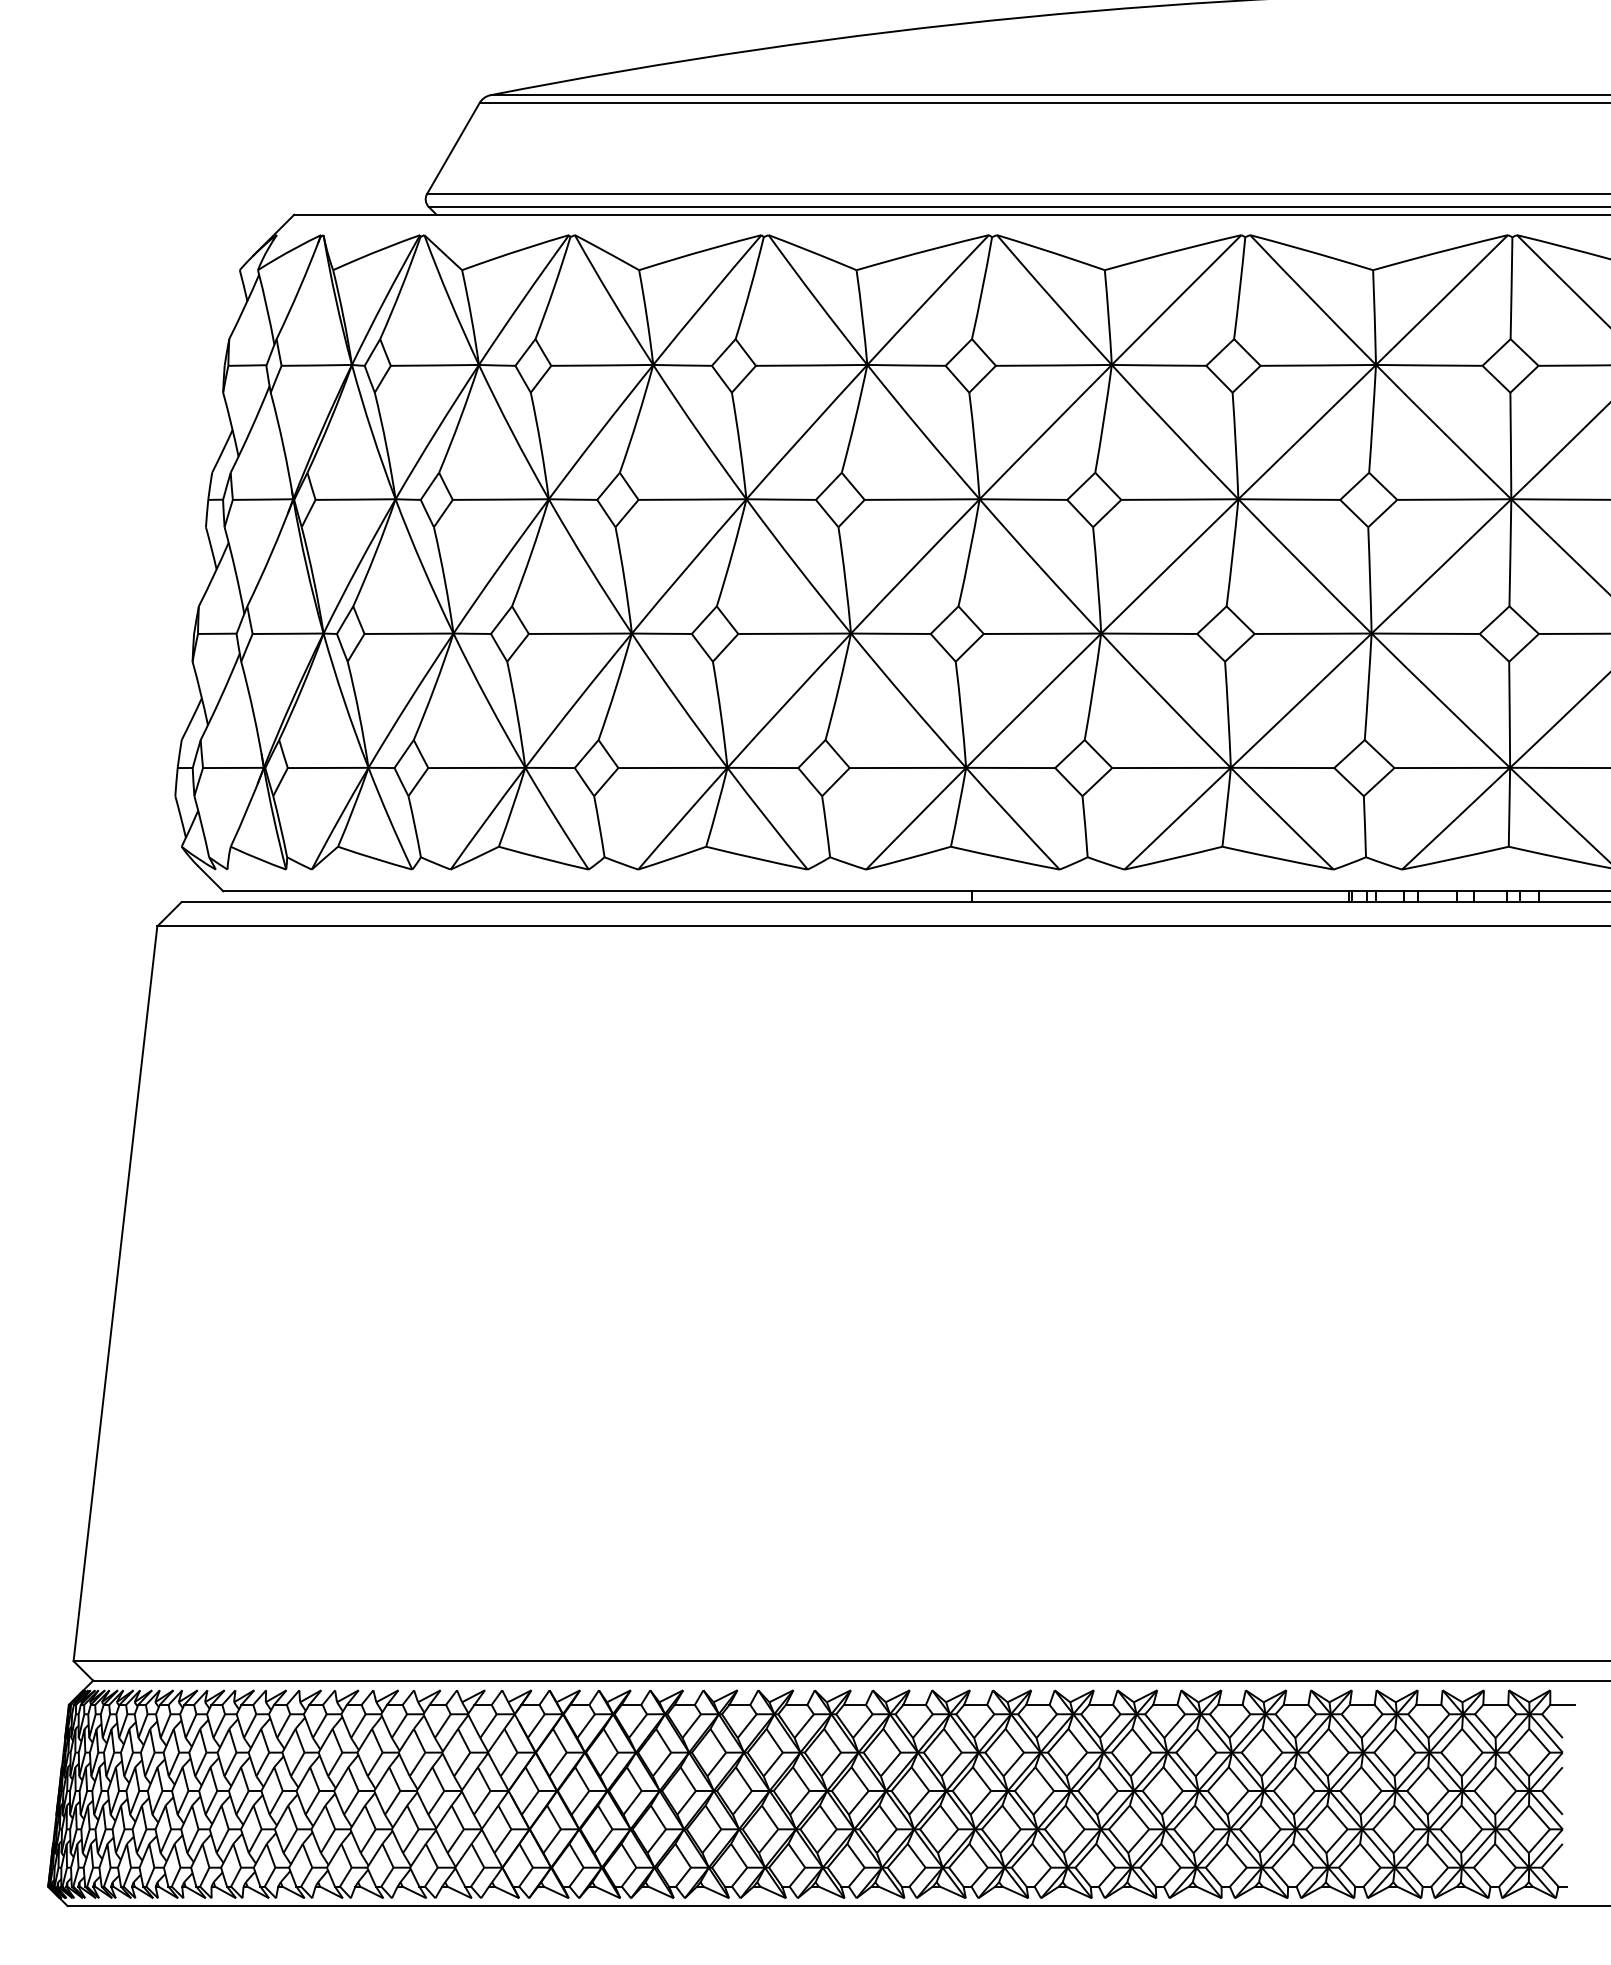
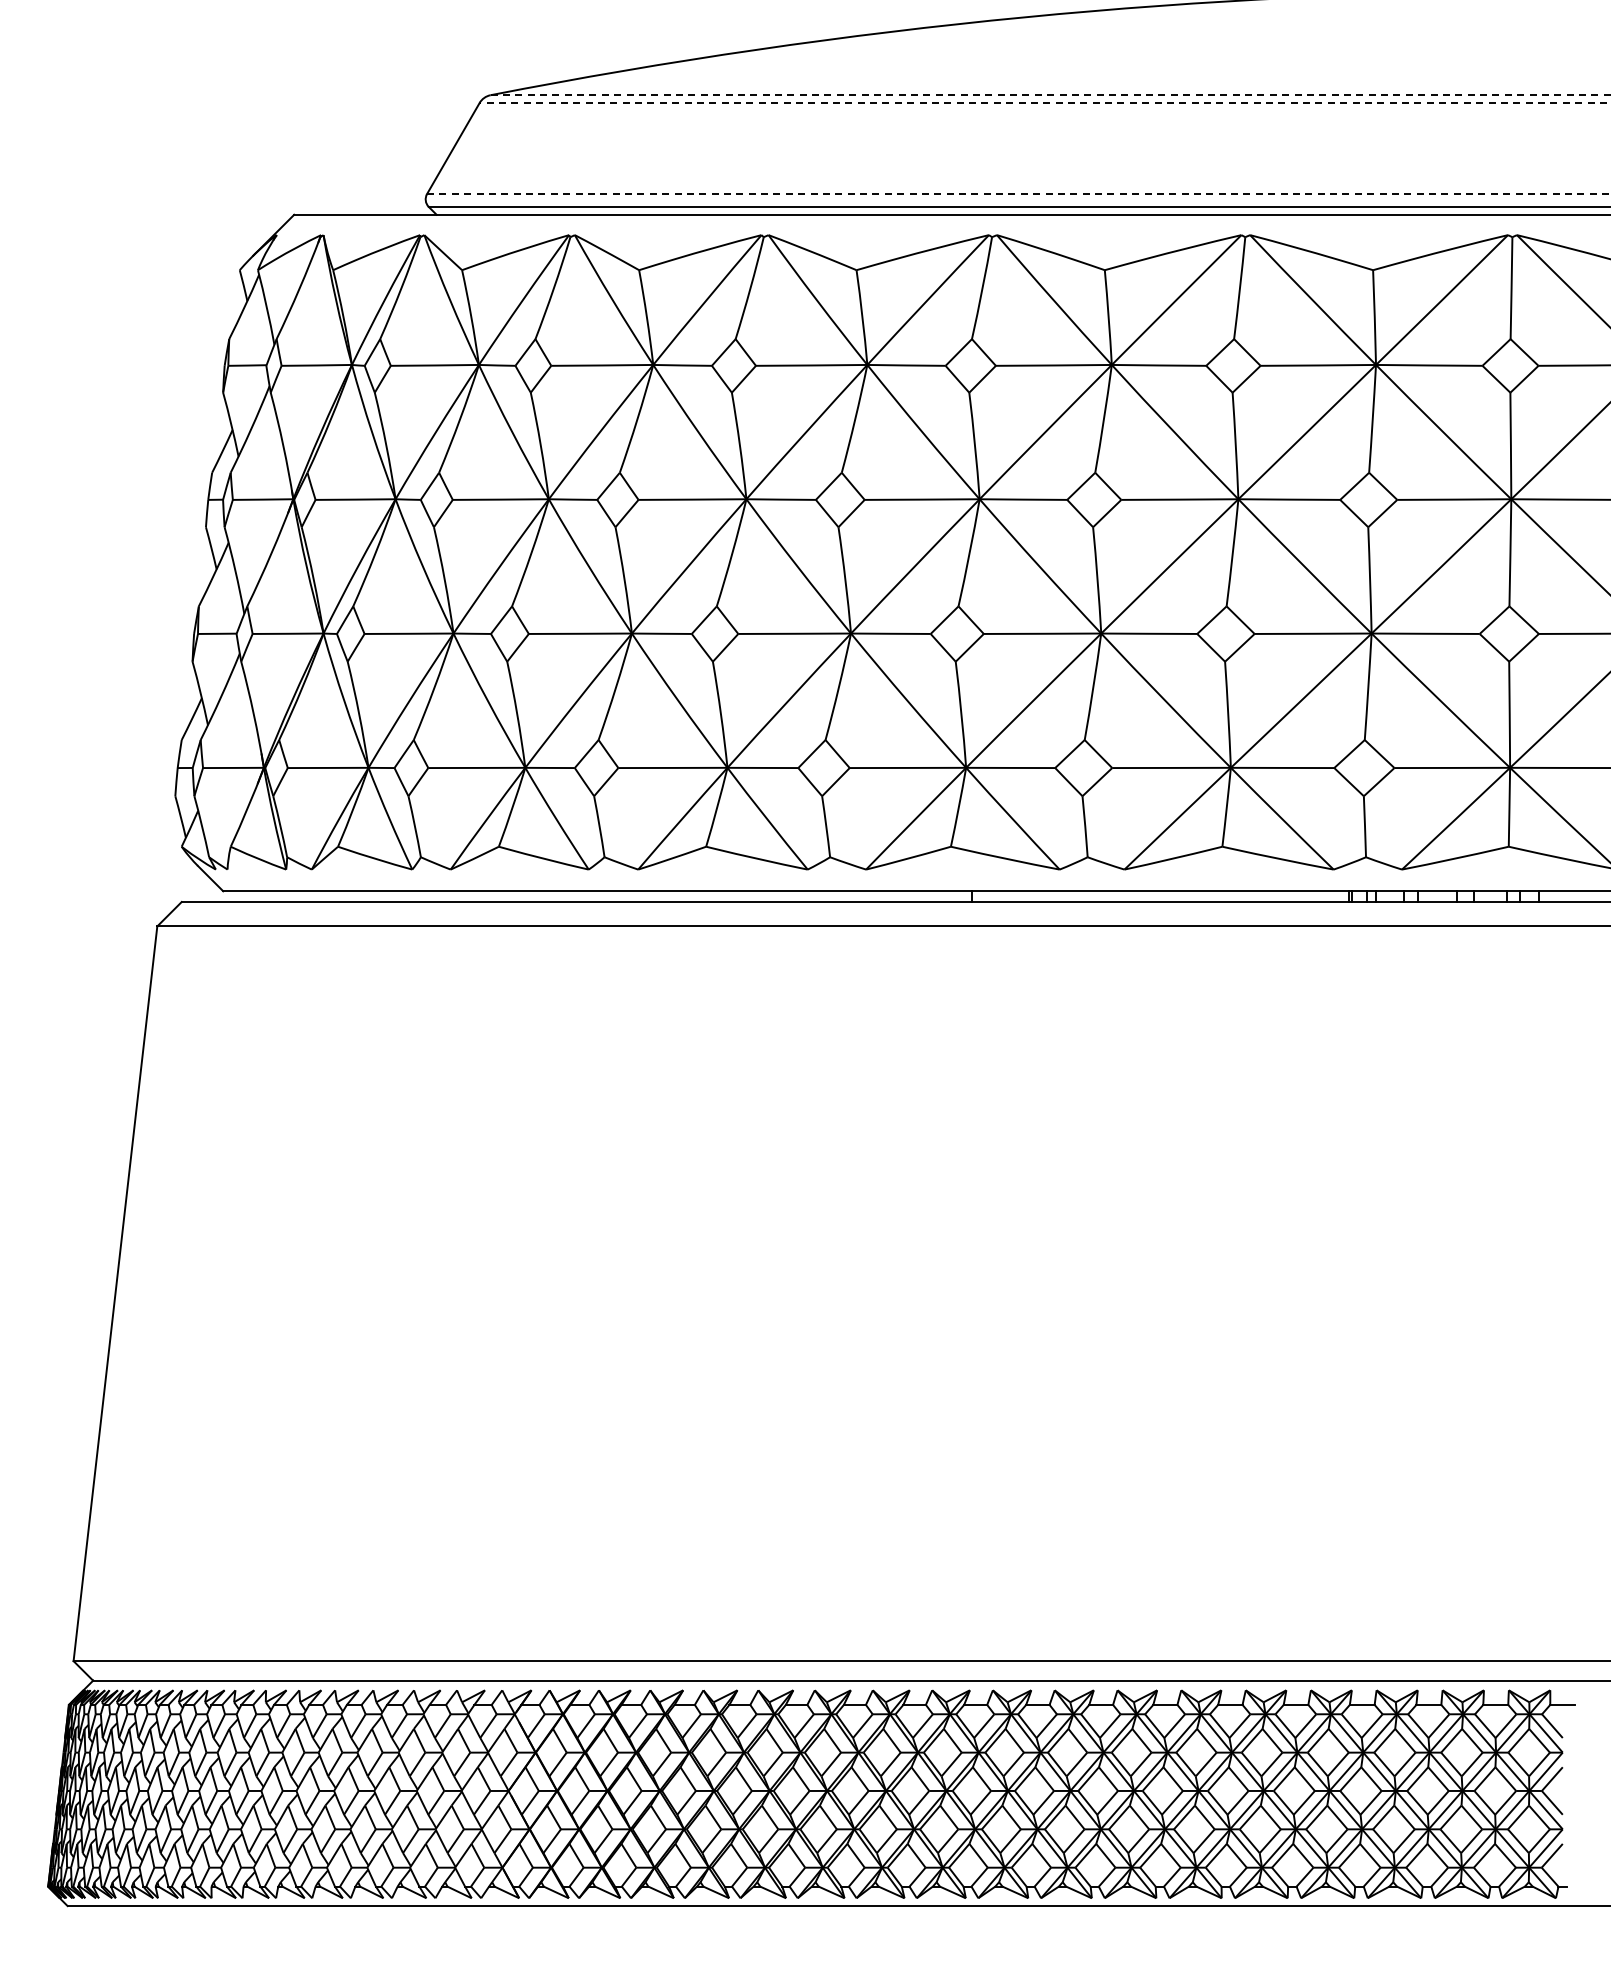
line at (1050, 95): solid -> dashed
line at (1044, 103): solid -> dashed
line at (1018, 194): solid -> dashed
